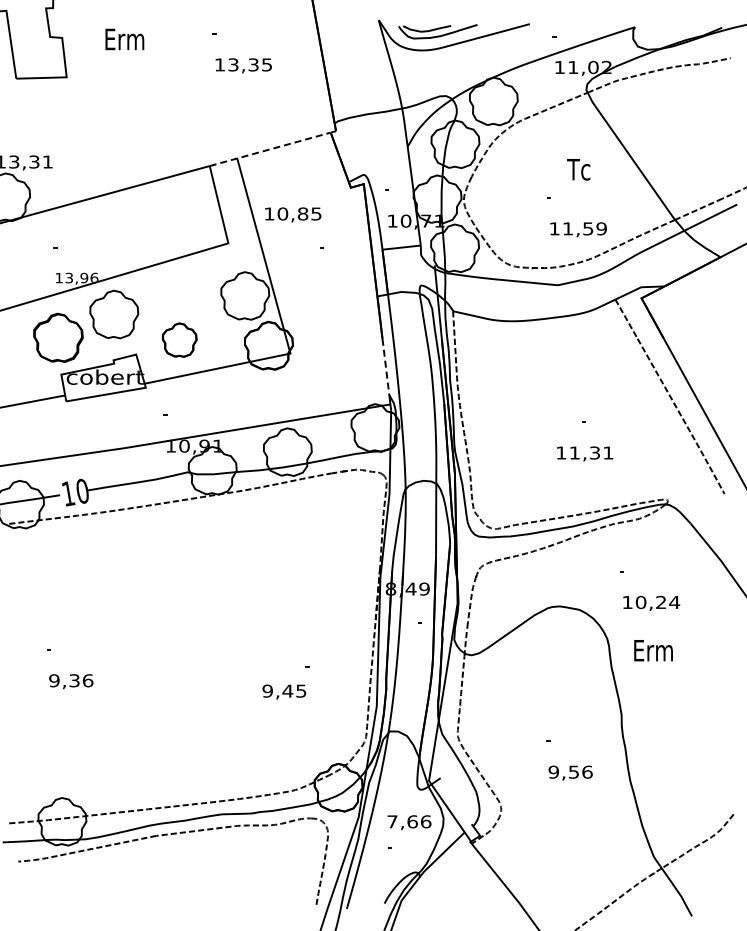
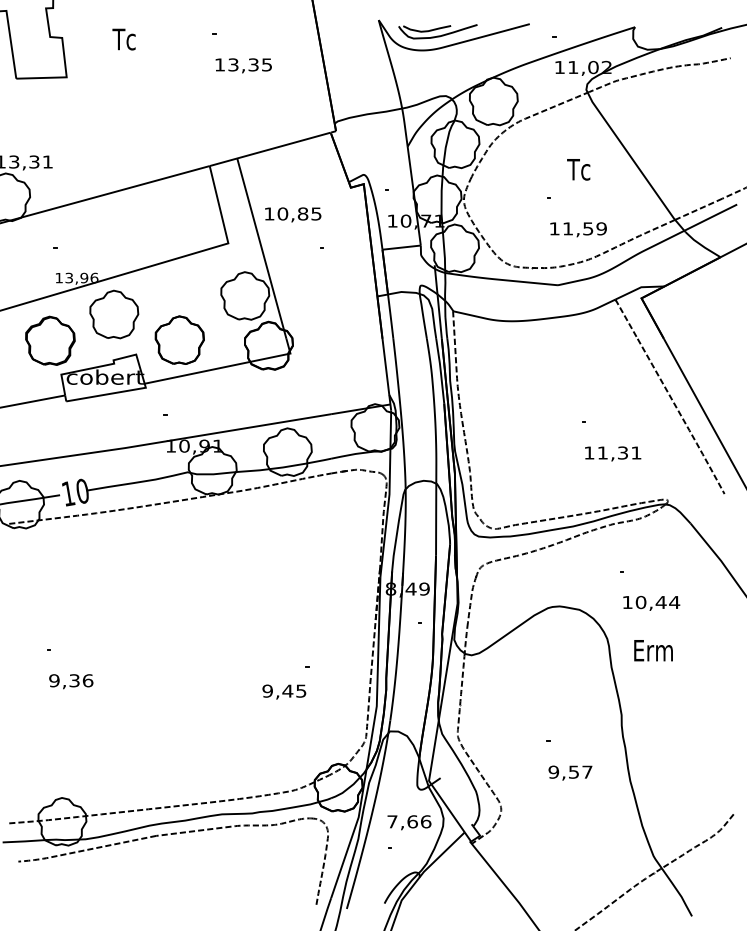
text at (124, 39): Erm -> Tc
line at (270, 149): dashed -> solid
part at (58, 337) position: (58, 337) -> (50, 340)
part at (179, 339) size: 37x36 px -> 51x50 px
line at (385, 367): dashed -> solid
text at (585, 453) position: (585, 453) -> (613, 453)
text at (660, 601): 10,24 -> 10,44
text at (587, 771): 9,56 -> 9,57
